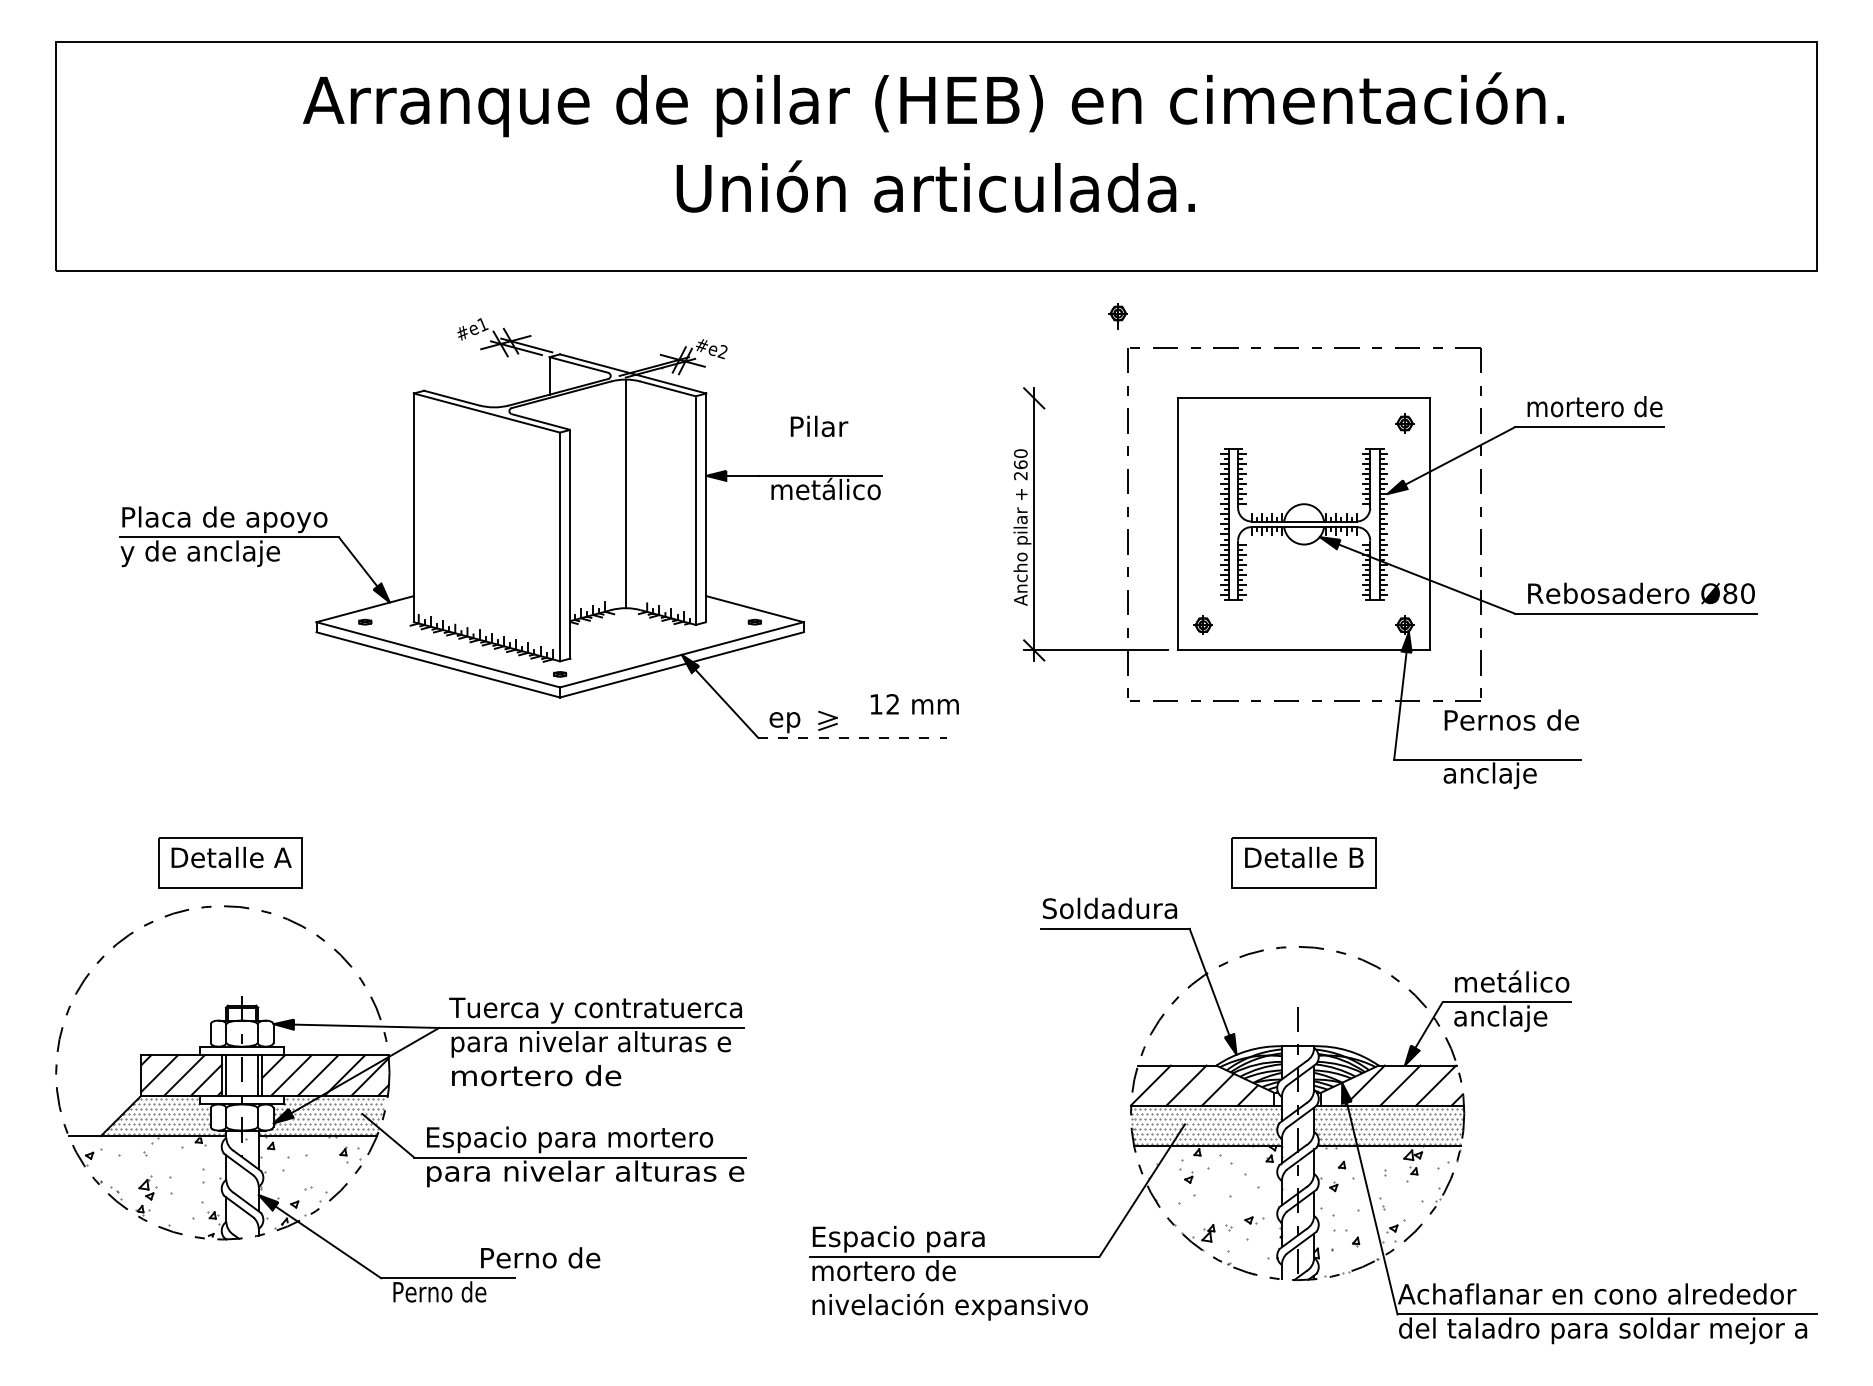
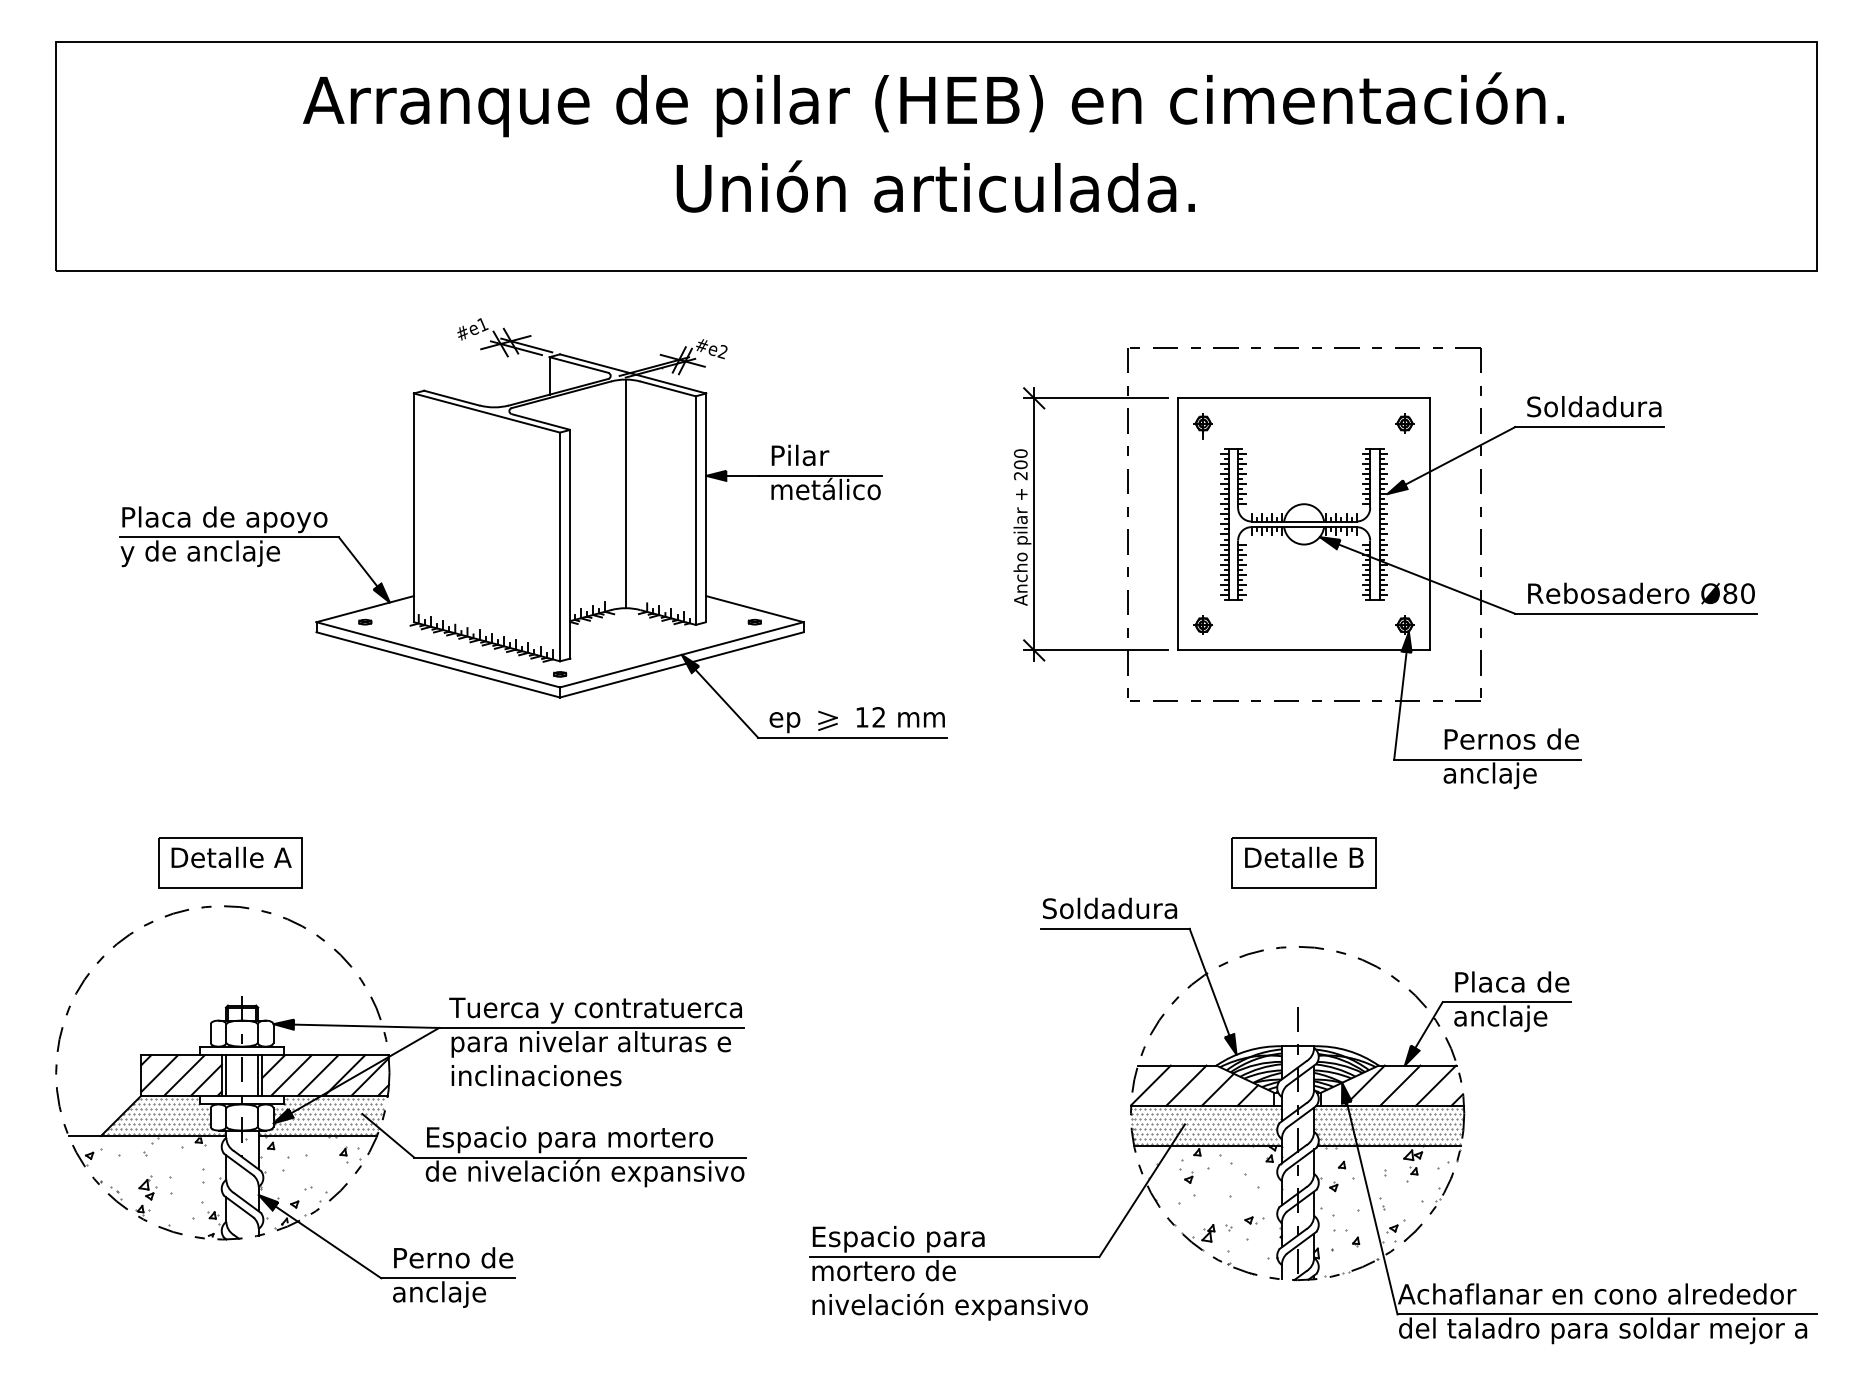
part at (1117, 316) position: (1117, 316) -> (1202, 426)
line at (1096, 398): none -> present
text at (1594, 406): mortero de -> Soldadura
text at (819, 426) position: (819, 426) -> (800, 455)
text at (1020, 464): 260 -> 200
text at (914, 704) position: (914, 704) -> (900, 717)
text at (1511, 719) position: (1511, 719) -> (1511, 738)
line at (852, 737): dashed -> solid
text at (1512, 981): metálico -> Placa de
text at (536, 1075): mortero de -> inclinaciones
text at (584, 1173): para nivelar alturas e -> de nivelación expansivo
text at (540, 1257) position: (540, 1257) -> (453, 1257)
text at (439, 1294): Perno de -> anclaje
